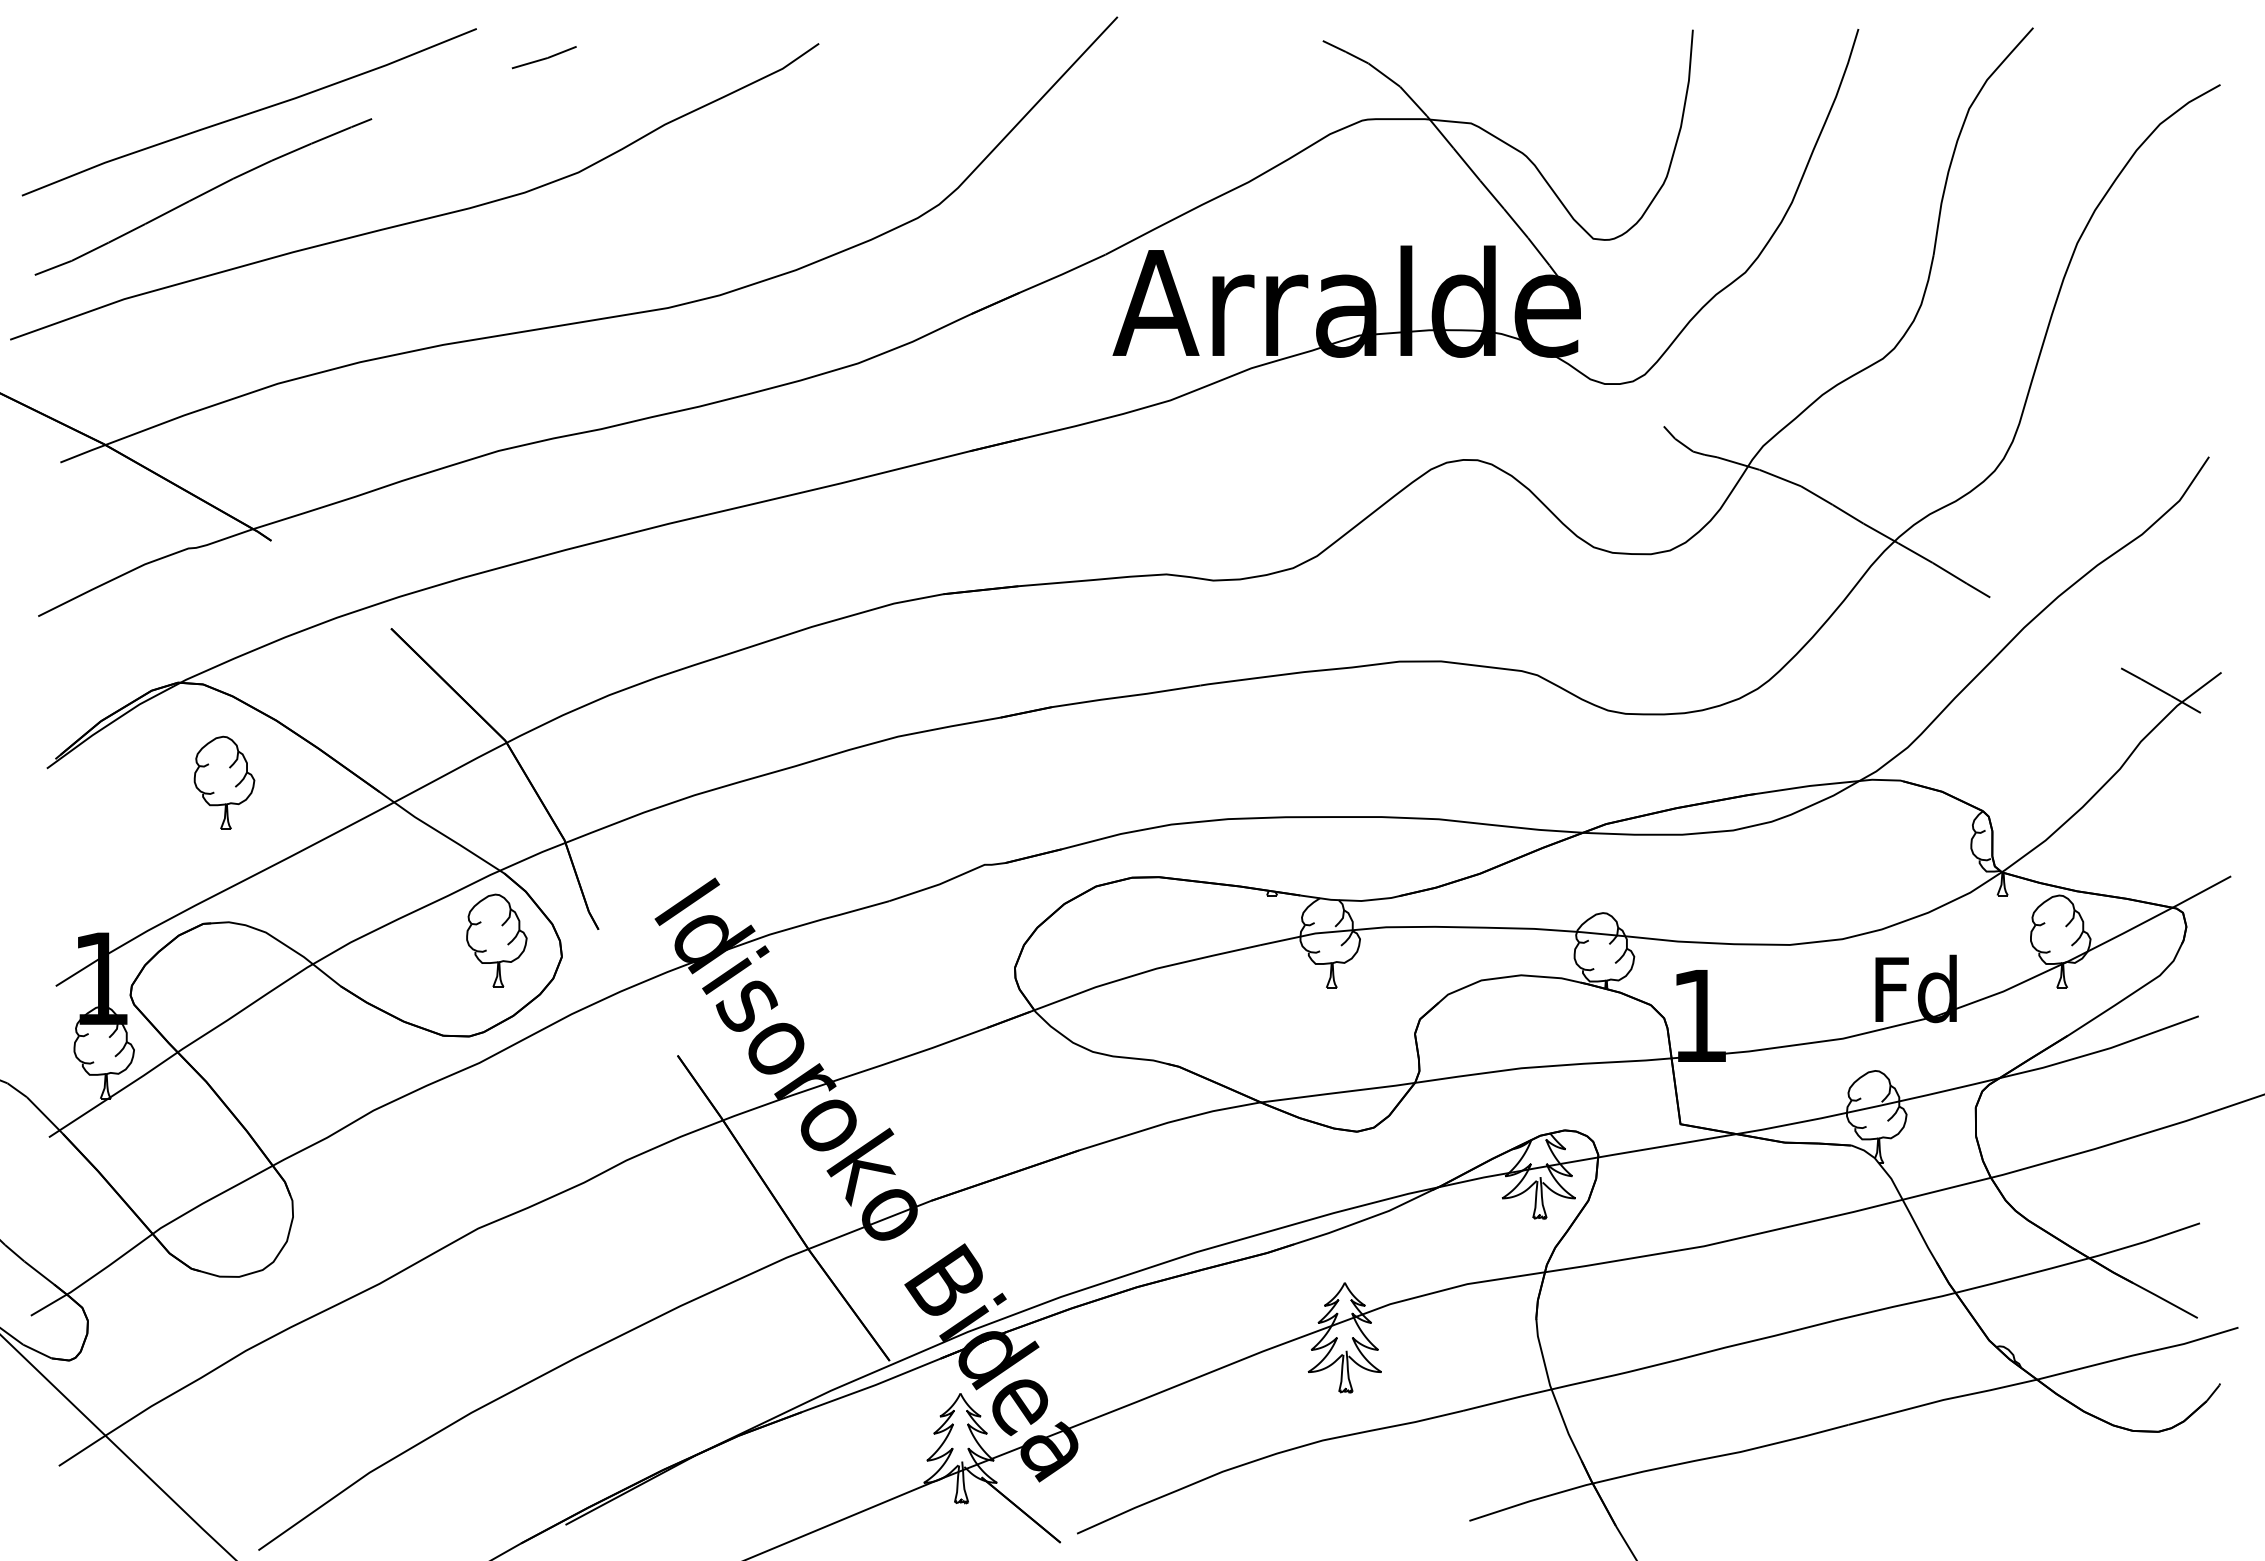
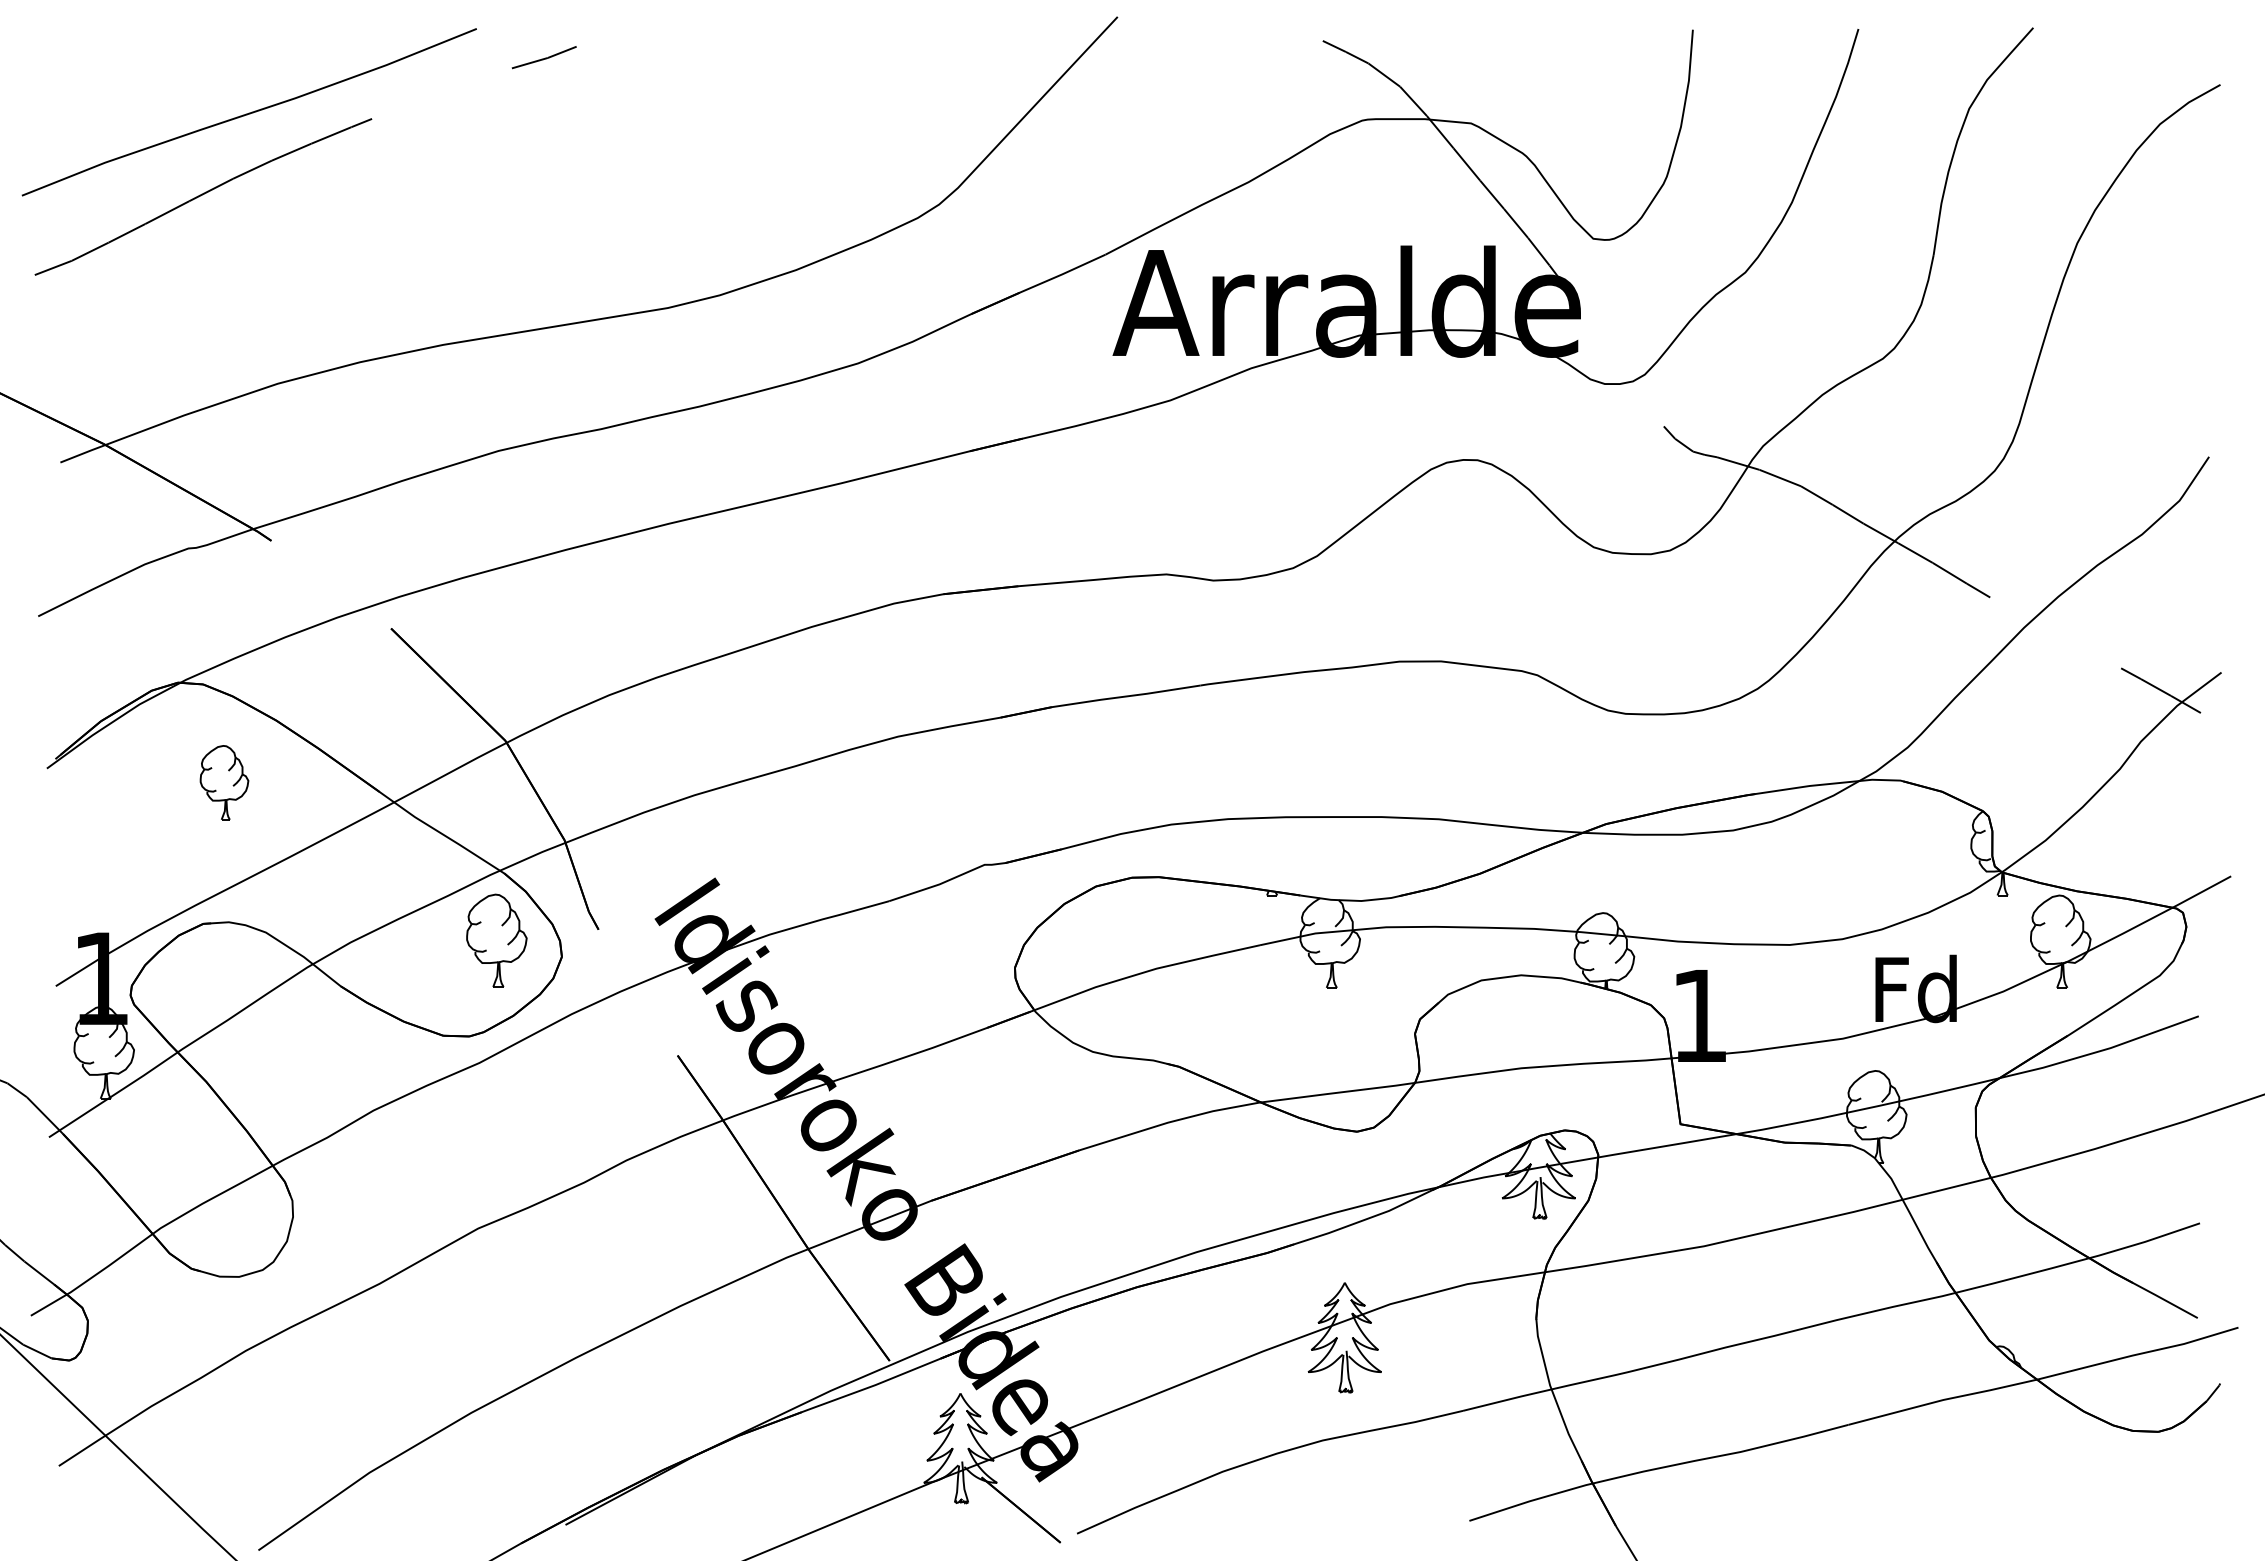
curve at (422, 218): present -> none
part at (224, 782) size: 63x95 px -> 51x76 px
